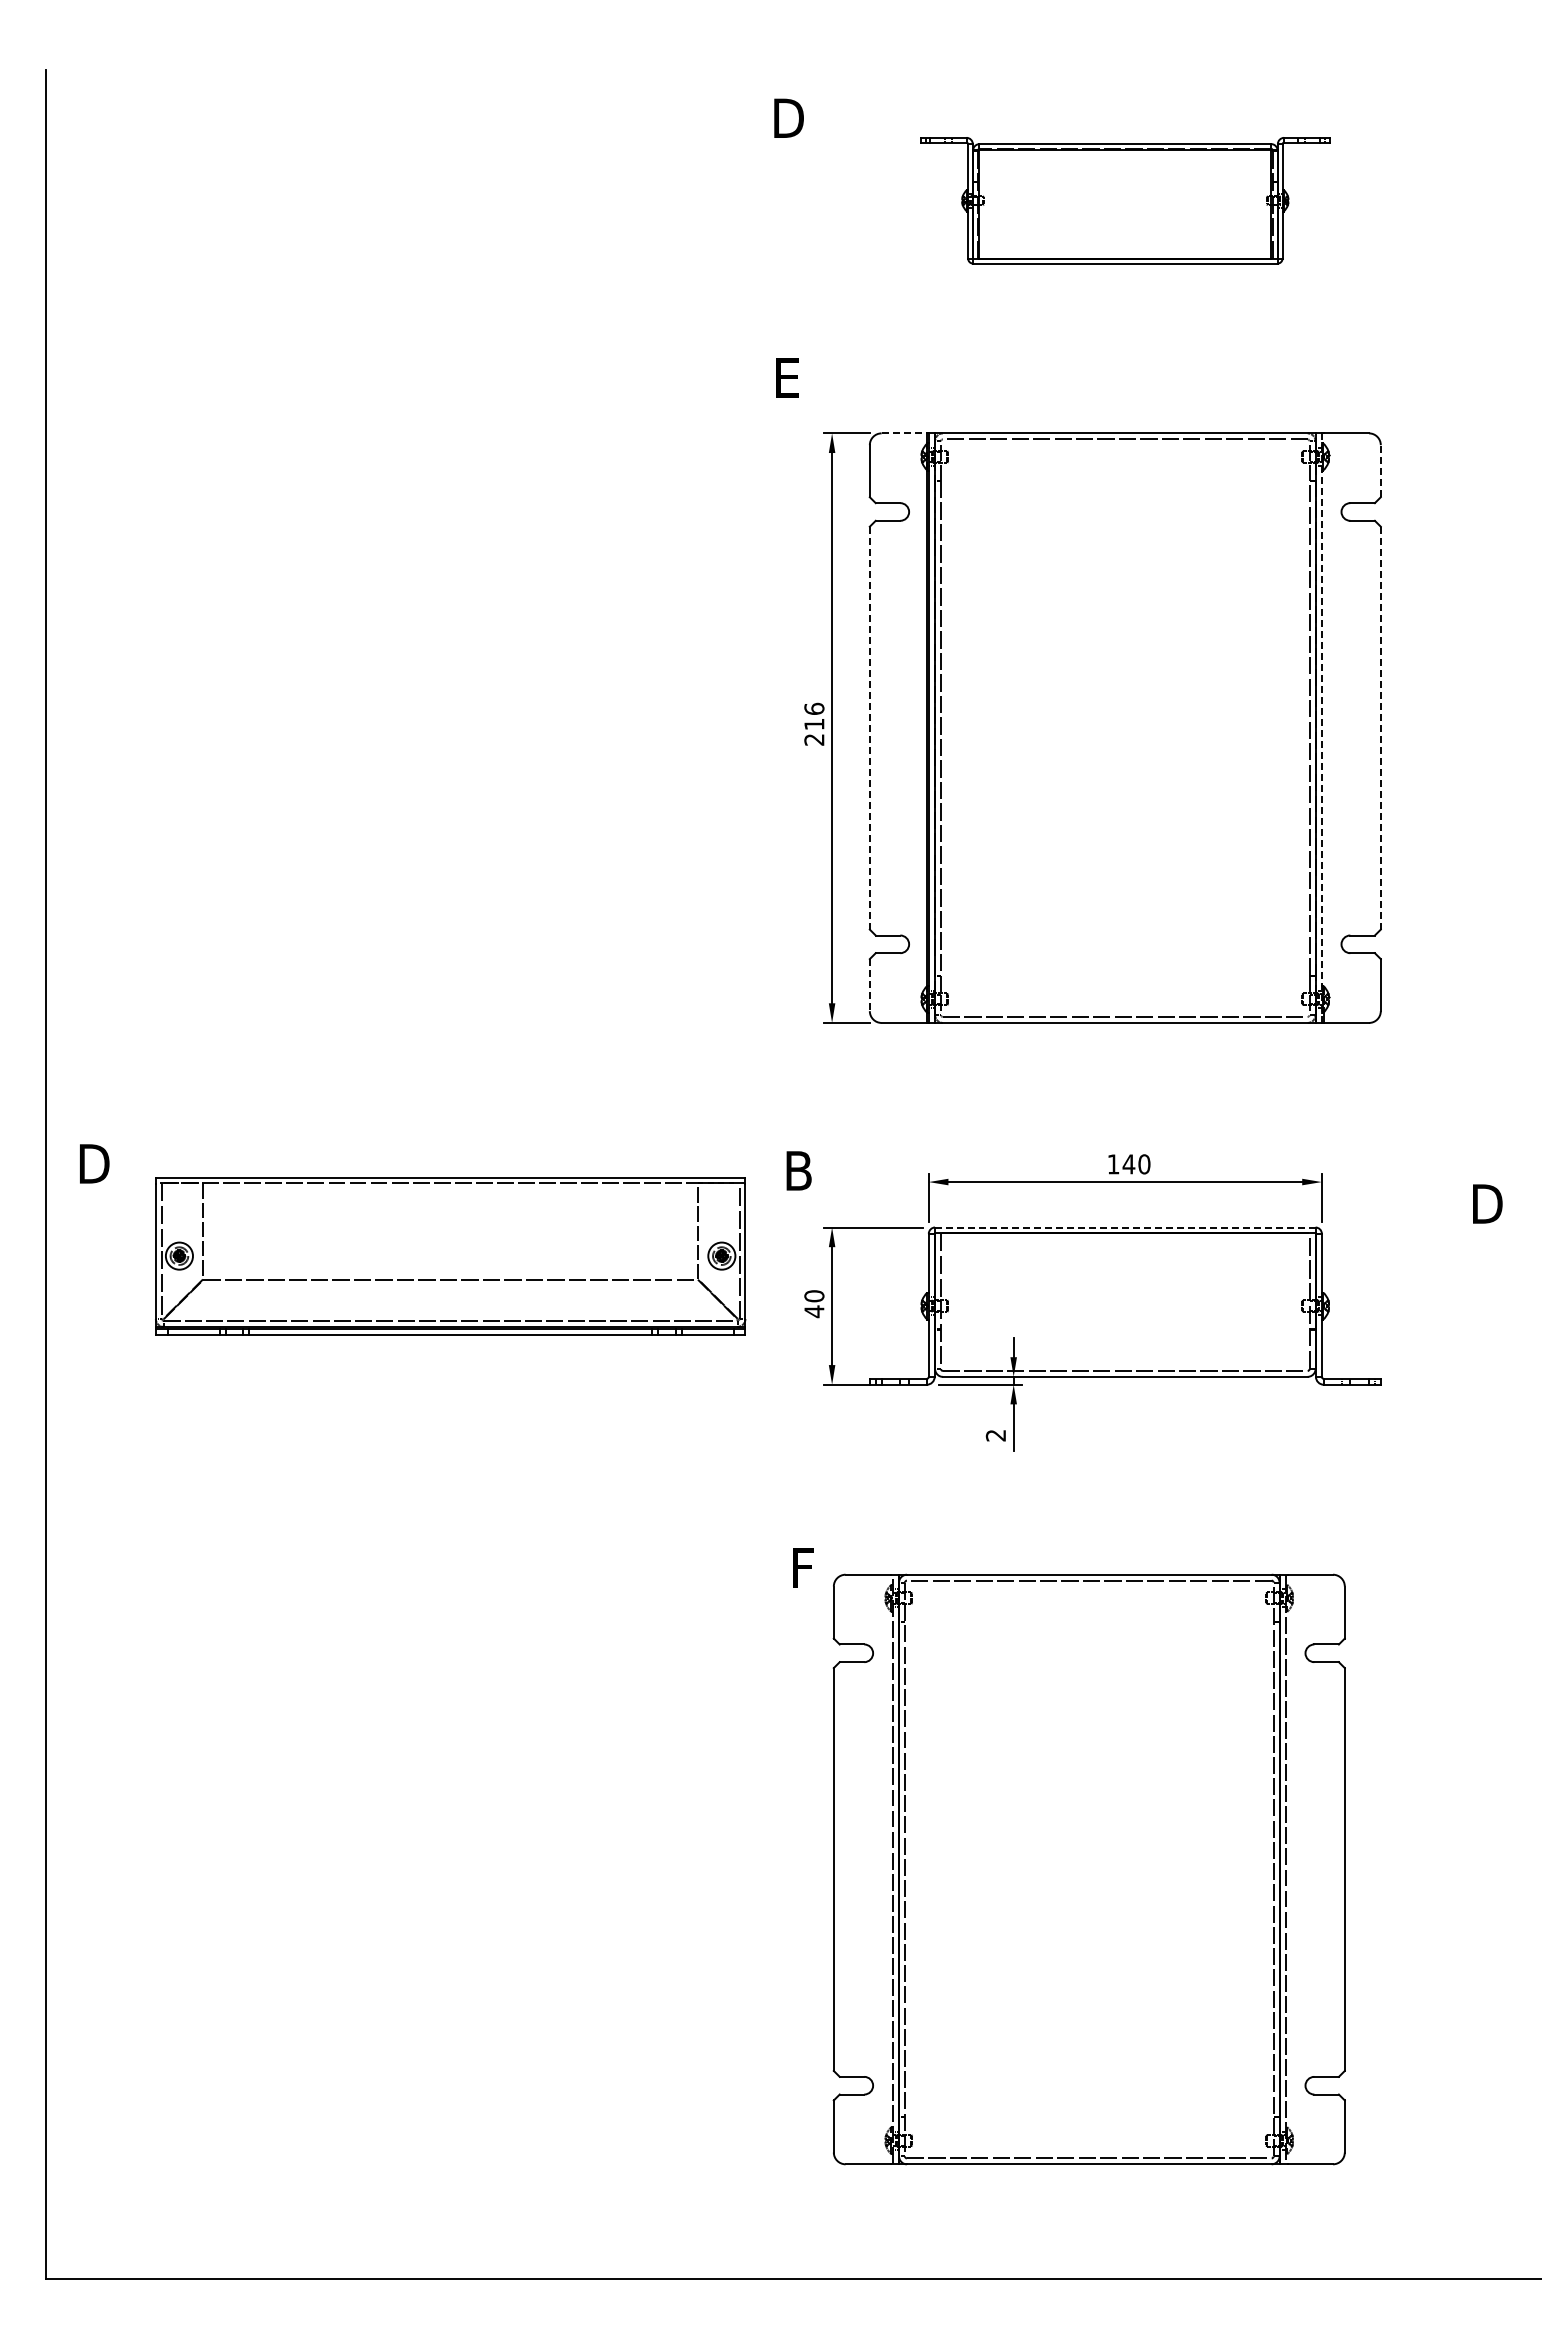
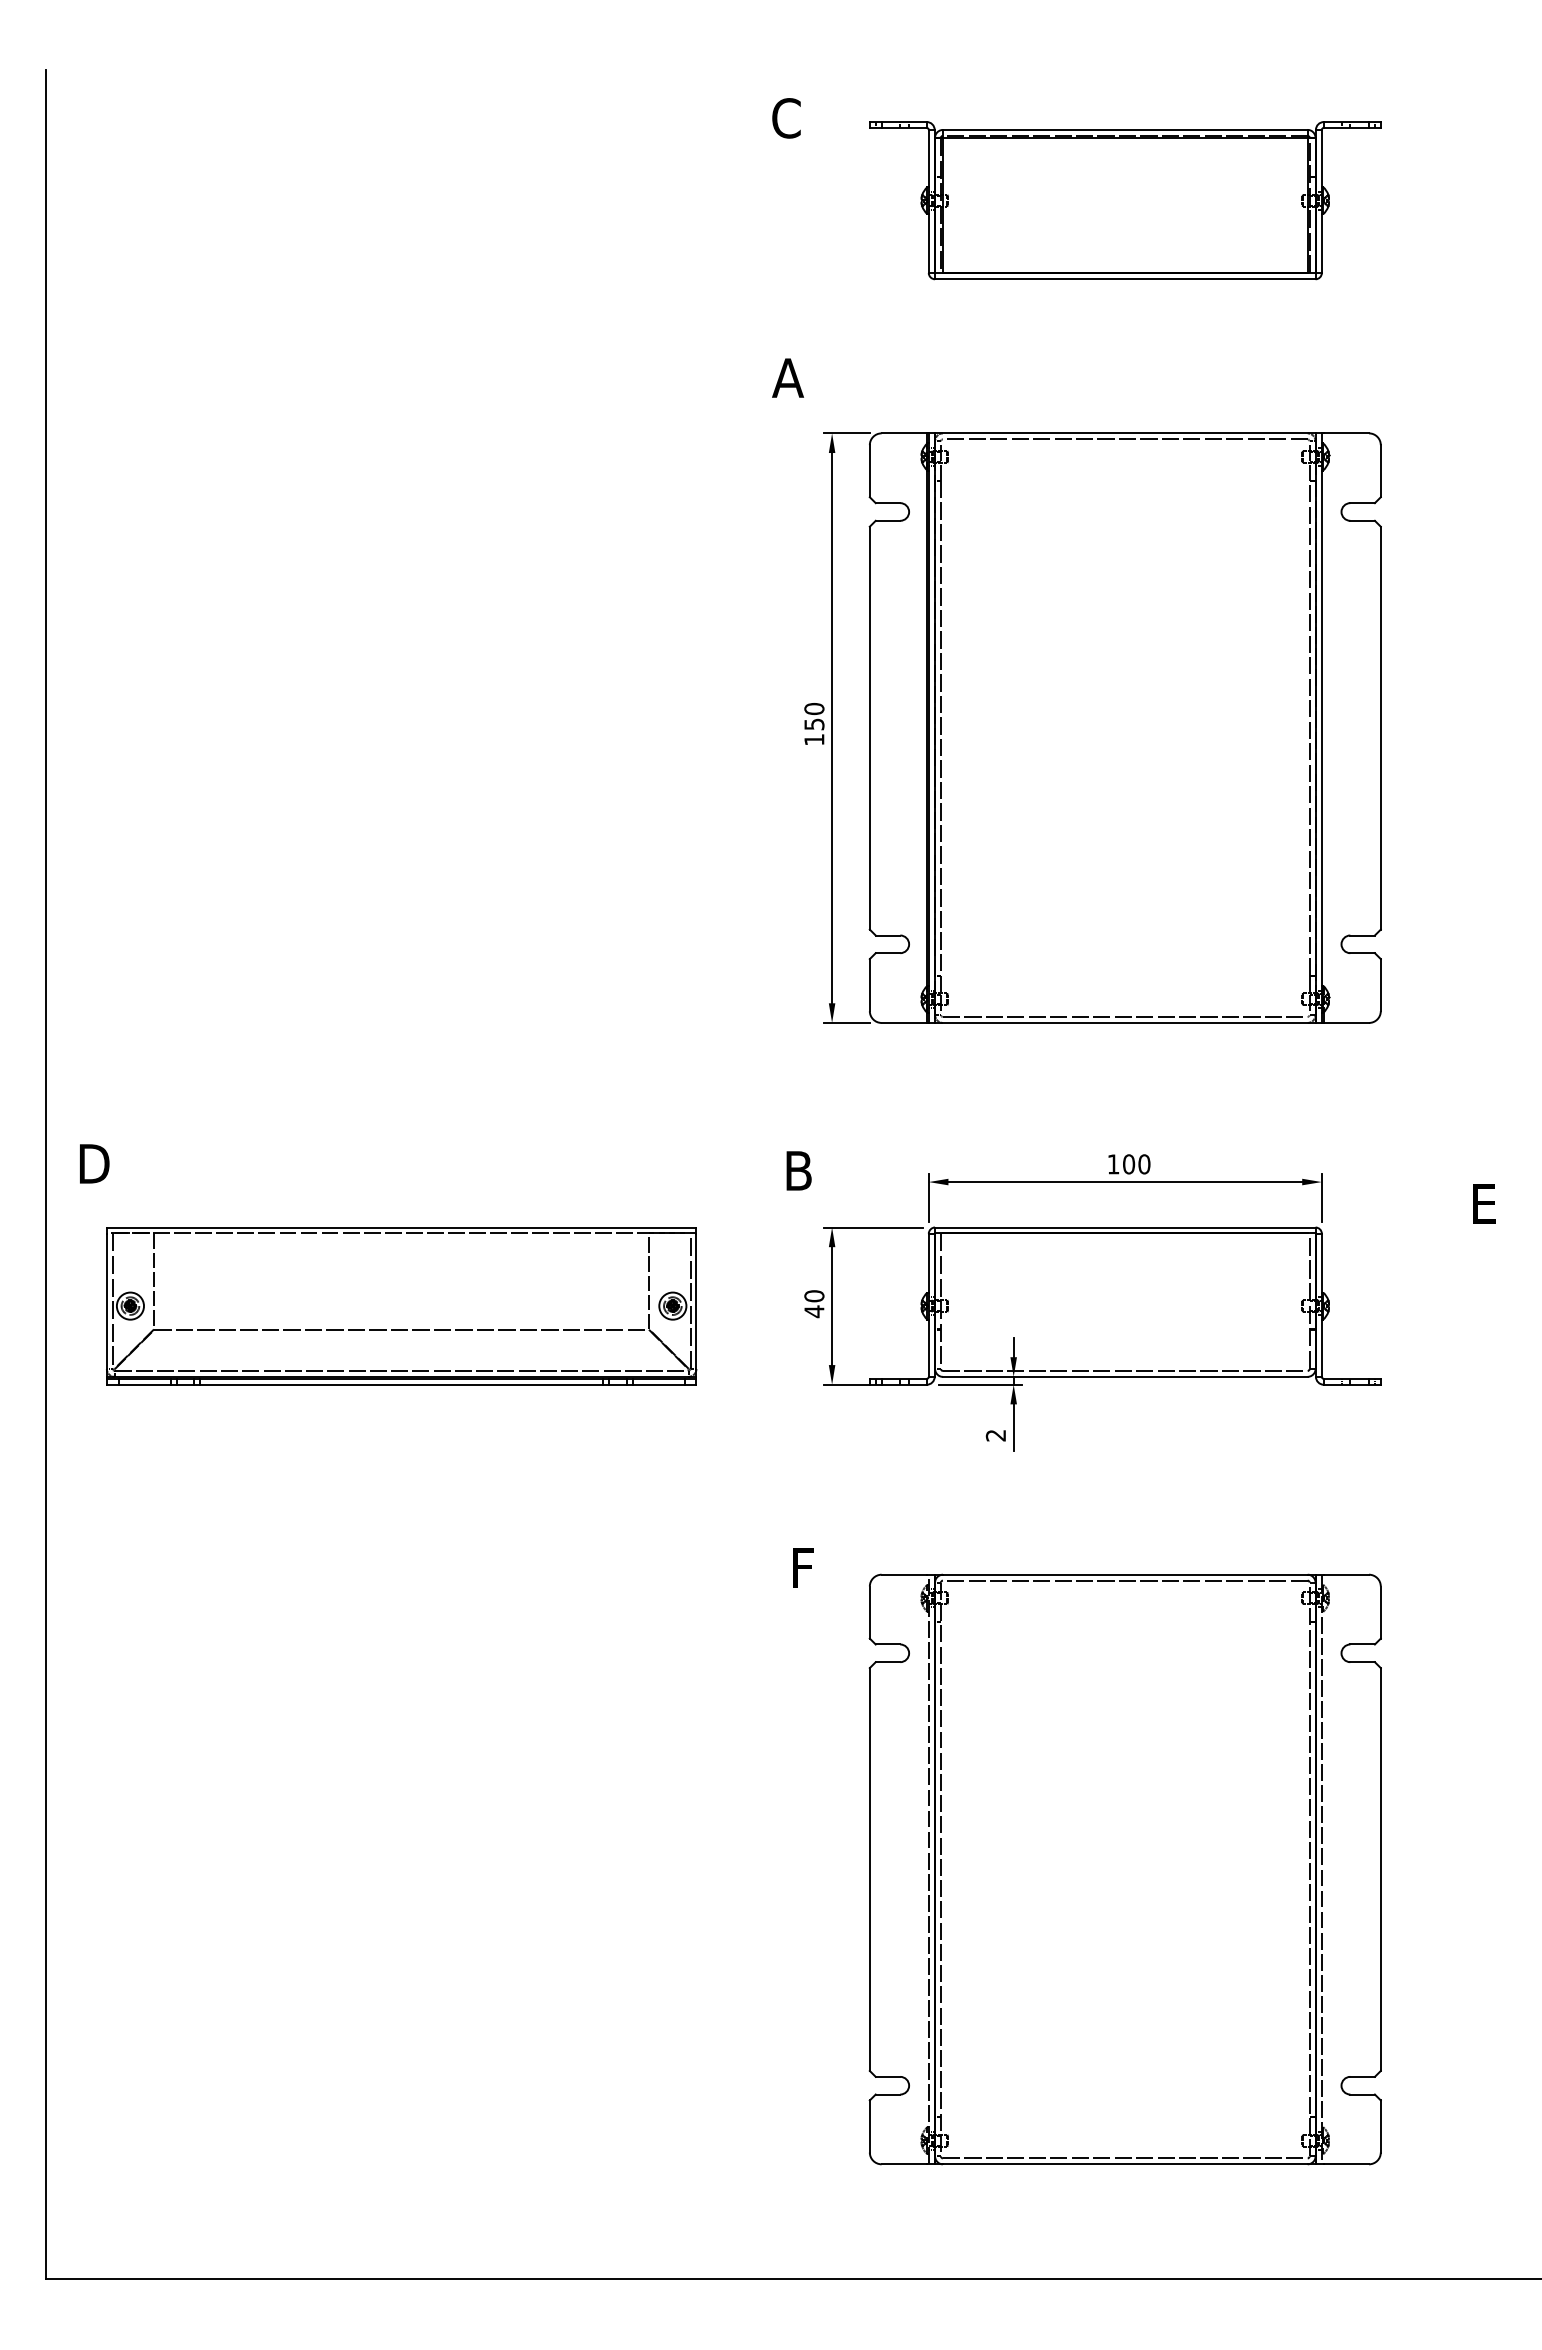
text at (787, 118): D -> C
part at (1125, 200) size: 411x128 px -> 513x160 px
text at (788, 377): E -> A
line at (904, 433): dashed -> solid
line at (1380, 470): dashed -> solid
text at (814, 723): 216 -> 150
line at (1380, 727): dashed -> solid
line at (869, 728): dashed -> solid
line at (1321, 728): dashed -> solid
line at (869, 985): dashed -> solid
text at (1128, 1164): 140 -> 100
text at (1487, 1203): D -> E
line at (1124, 1227): dashed -> solid
part at (450, 1256) position: (450, 1256) -> (401, 1306)
part at (1088, 1869) position: (1088, 1869) -> (1124, 1869)
